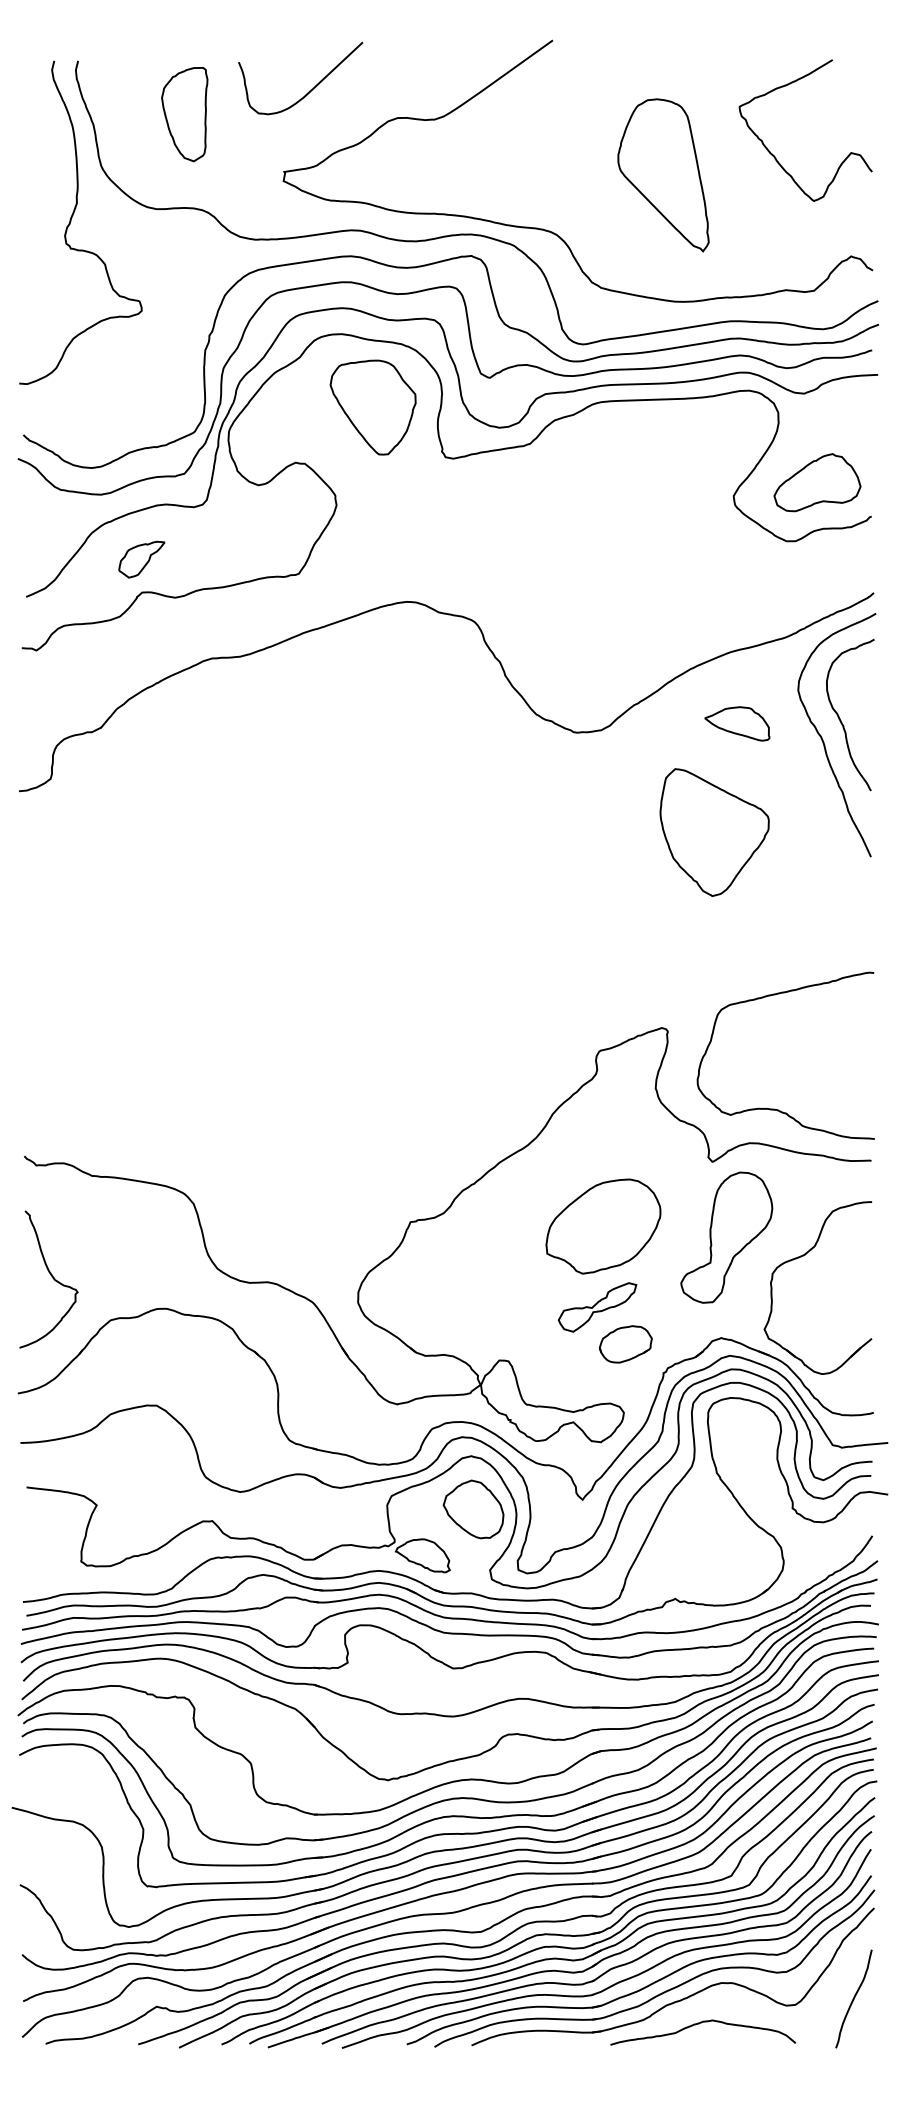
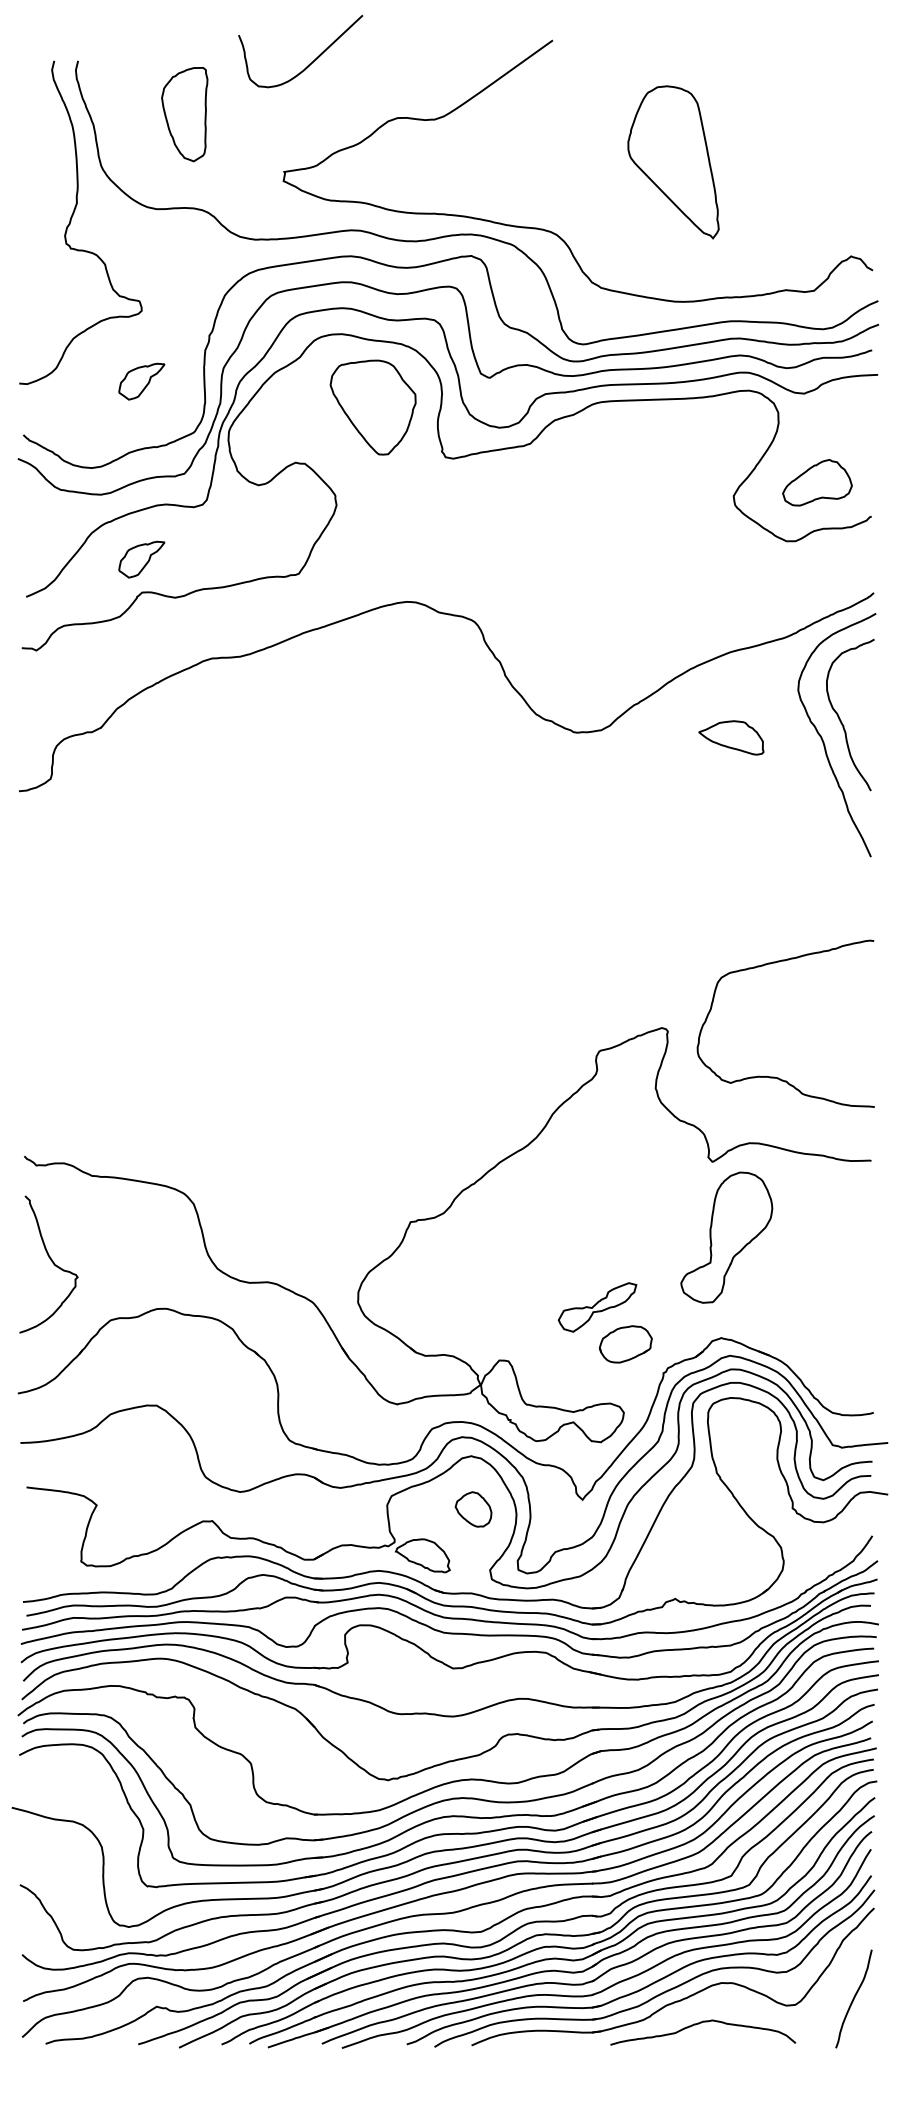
curve at (309, 90) position: (309, 90) -> (309, 63)
curve at (775, 156): present -> none
part at (663, 175) position: (663, 175) -> (673, 162)
part at (141, 381): none -> present
part at (817, 482) size: 89x60 px -> 71x48 px
part at (737, 723) position: (737, 723) -> (731, 737)
part at (714, 832): present -> none
curve at (774, 1108) position: (774, 1108) -> (774, 1076)
part at (603, 1226): present -> none
part at (801, 1257): present -> none
curve at (52, 1278) position: (52, 1278) -> (52, 1263)
part at (473, 1509) size: 63x61 px -> 39x37 px
